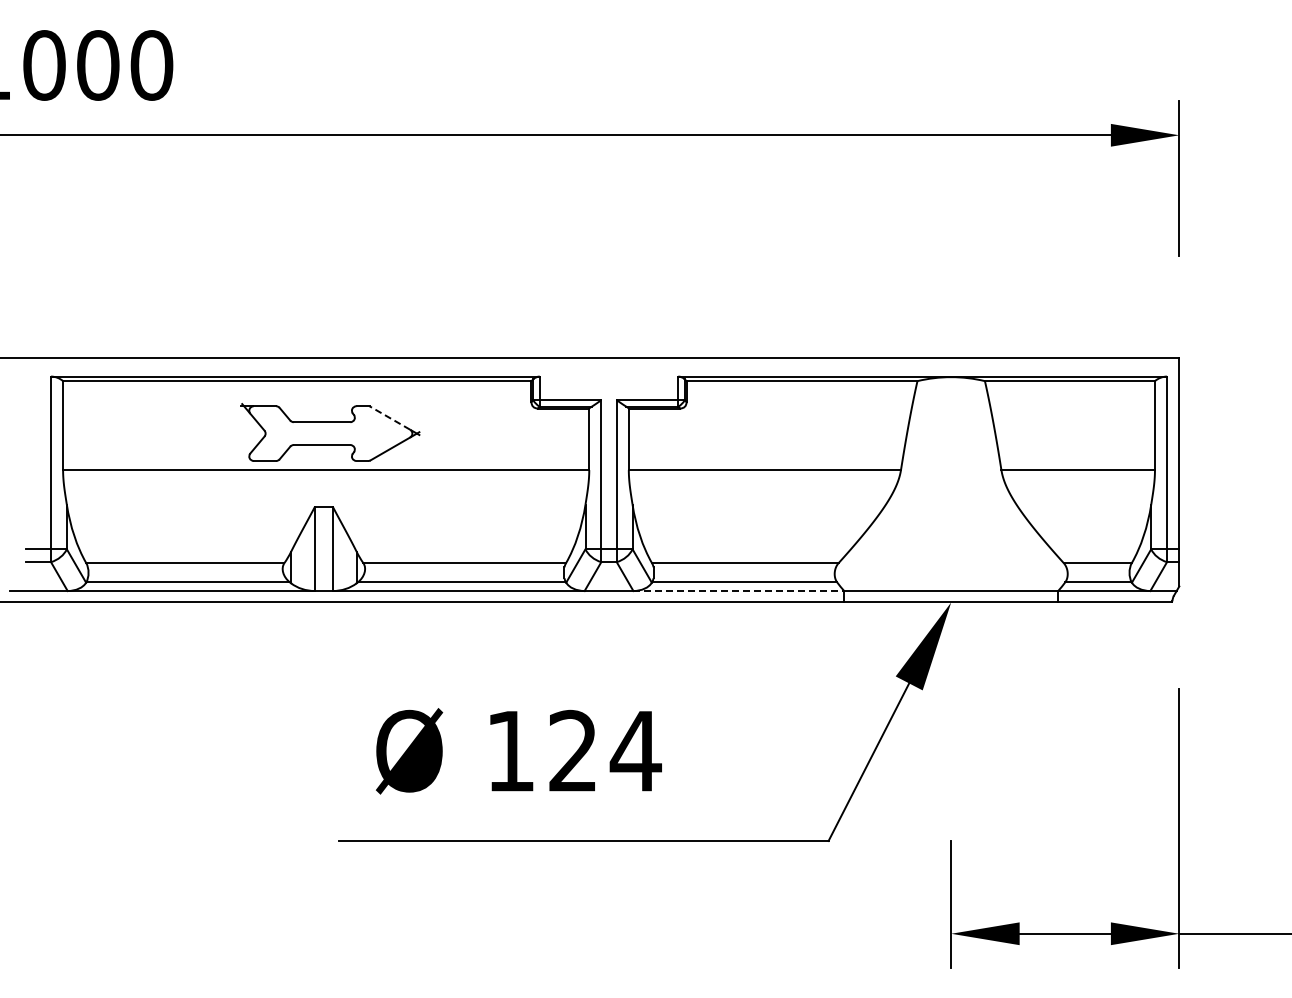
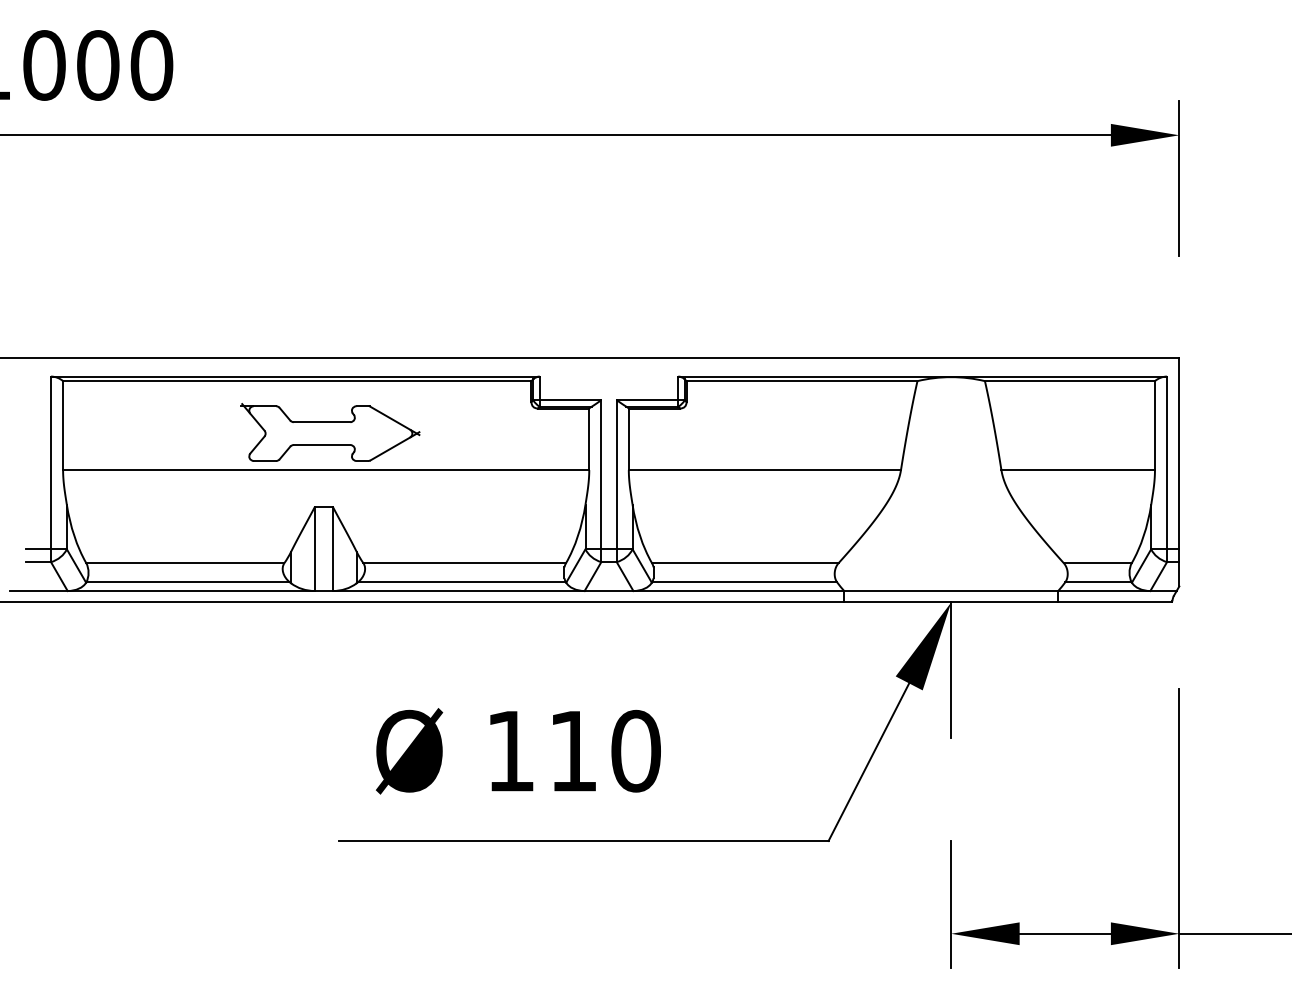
line at (389, 417): dashed -> solid
line at (739, 591): dashed -> solid
line at (951, 670): none -> present
text at (605, 750): 124 -> 110
